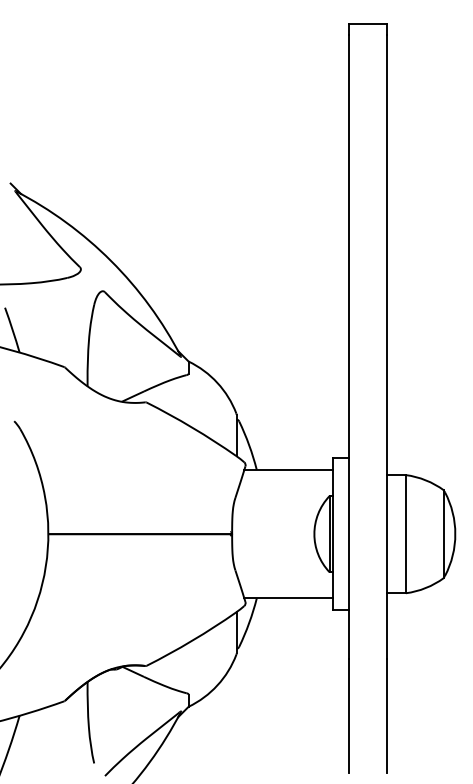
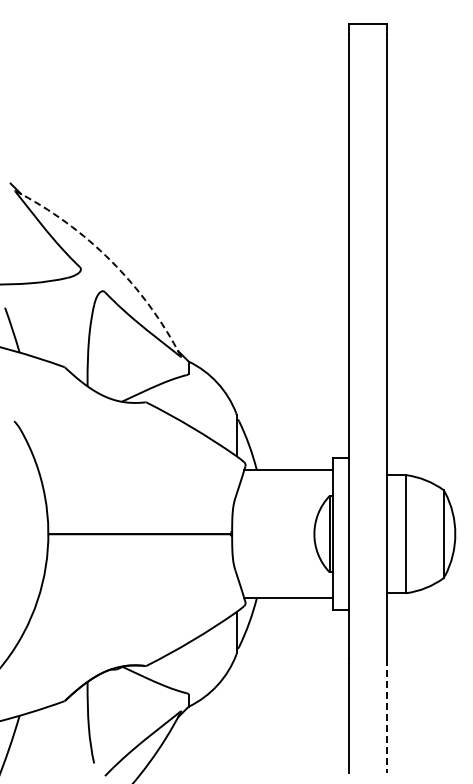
arc at (111, 261): solid -> dashed
line at (386, 715): solid -> dashed
